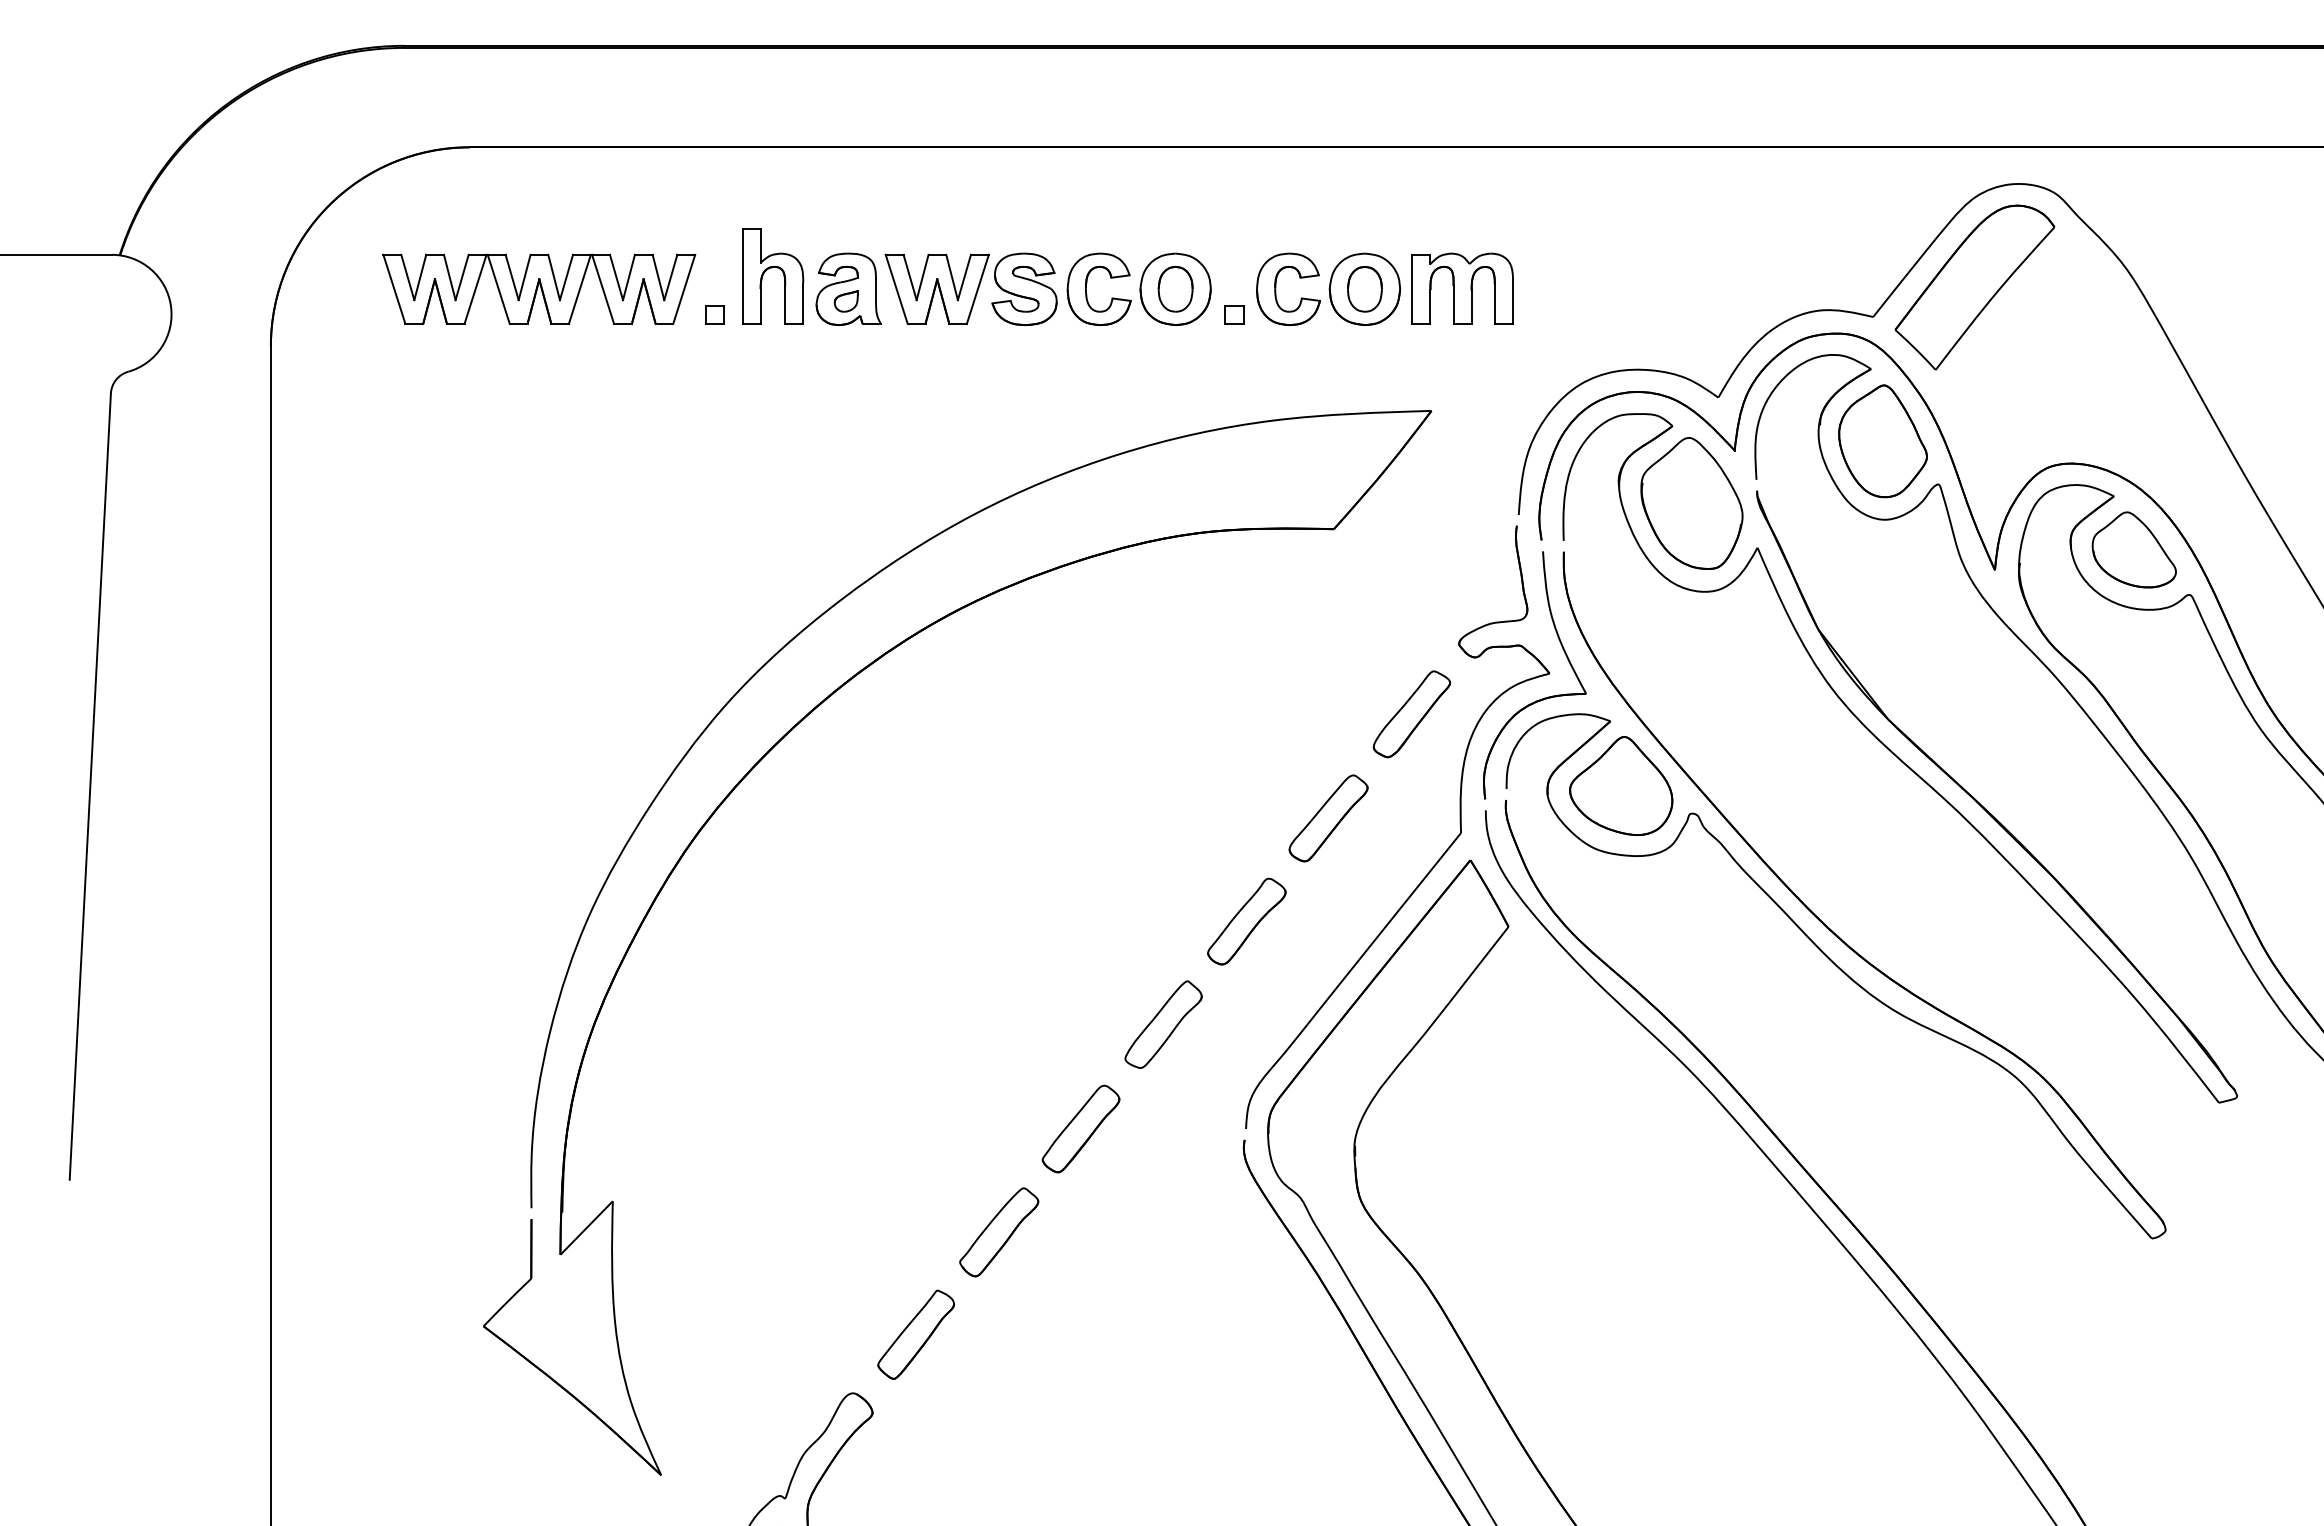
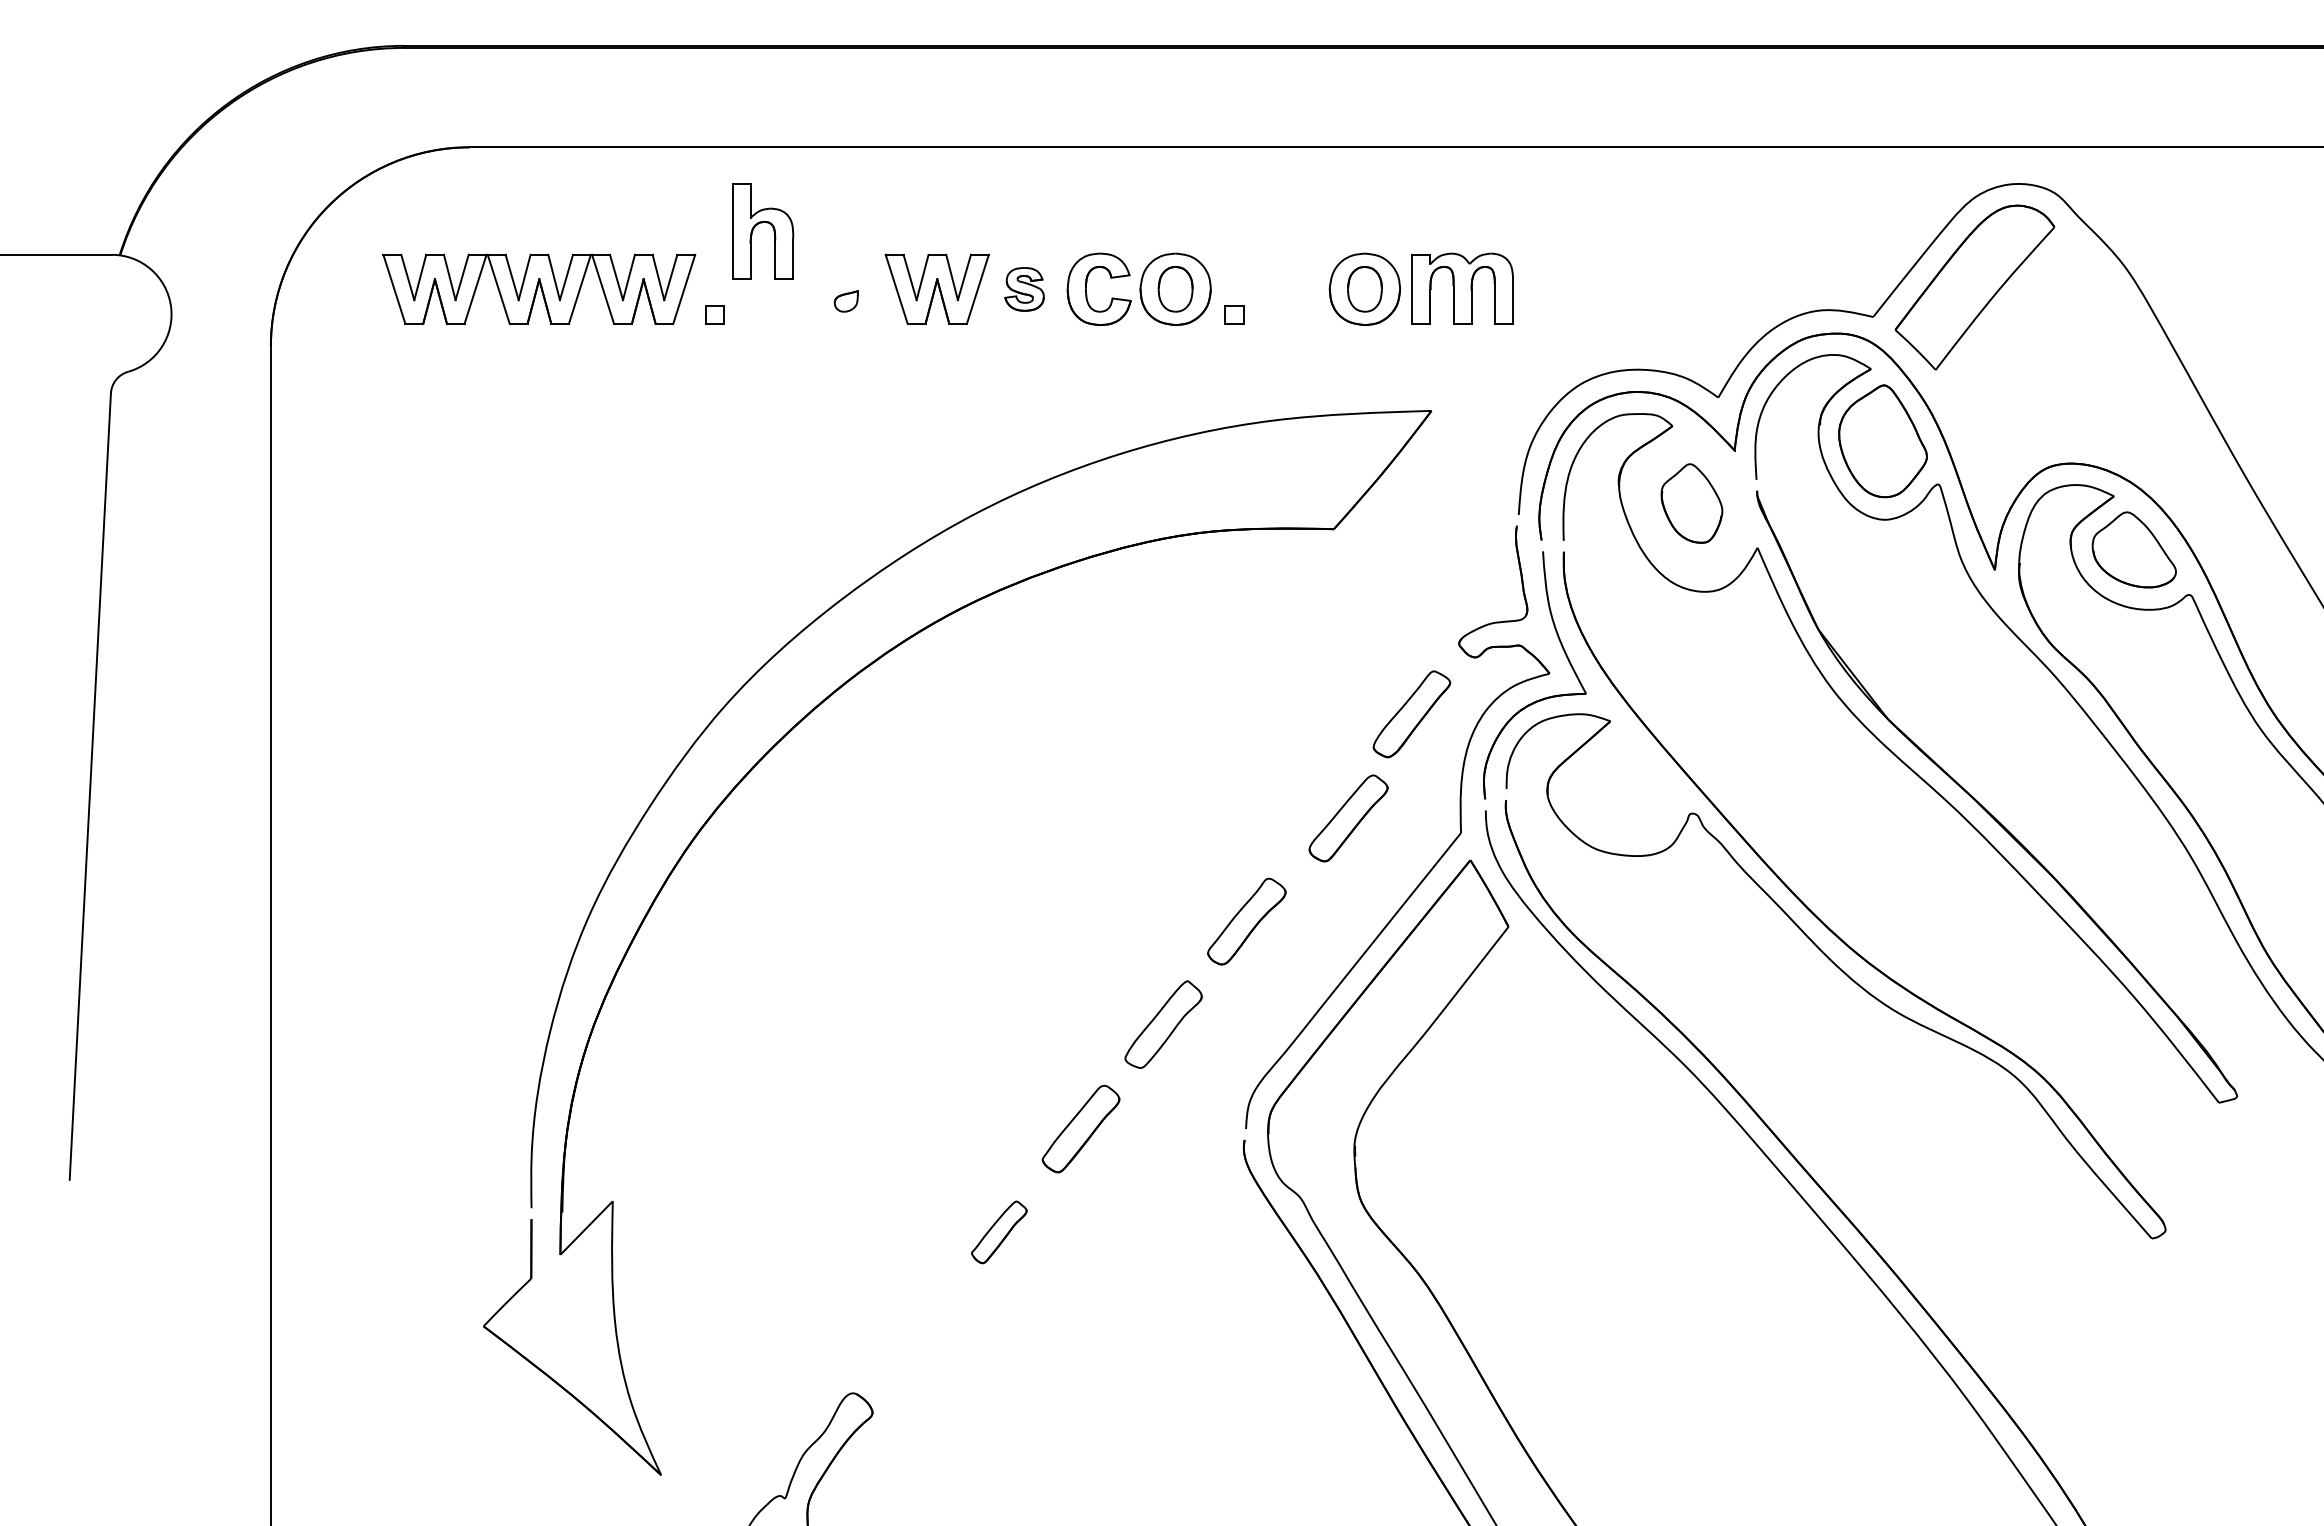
part at (772, 268) position: (772, 268) -> (762, 223)
part at (848, 288): present -> none
part at (1024, 289) size: 67x75 px -> 41x45 px
part at (1276, 289): present -> none
part at (1691, 503) size: 104x133 px -> 64x81 px
part at (1621, 786): present -> none
part at (1328, 818) position: (1328, 818) -> (1348, 818)
part at (999, 1232) size: 81x91 px -> 57x65 px
part at (915, 1334): present -> none
